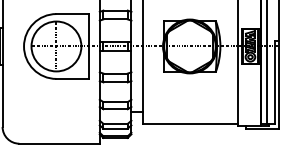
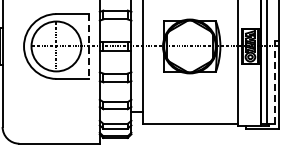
line at (88, 46): solid -> dashed
line at (274, 82): solid -> dashed
